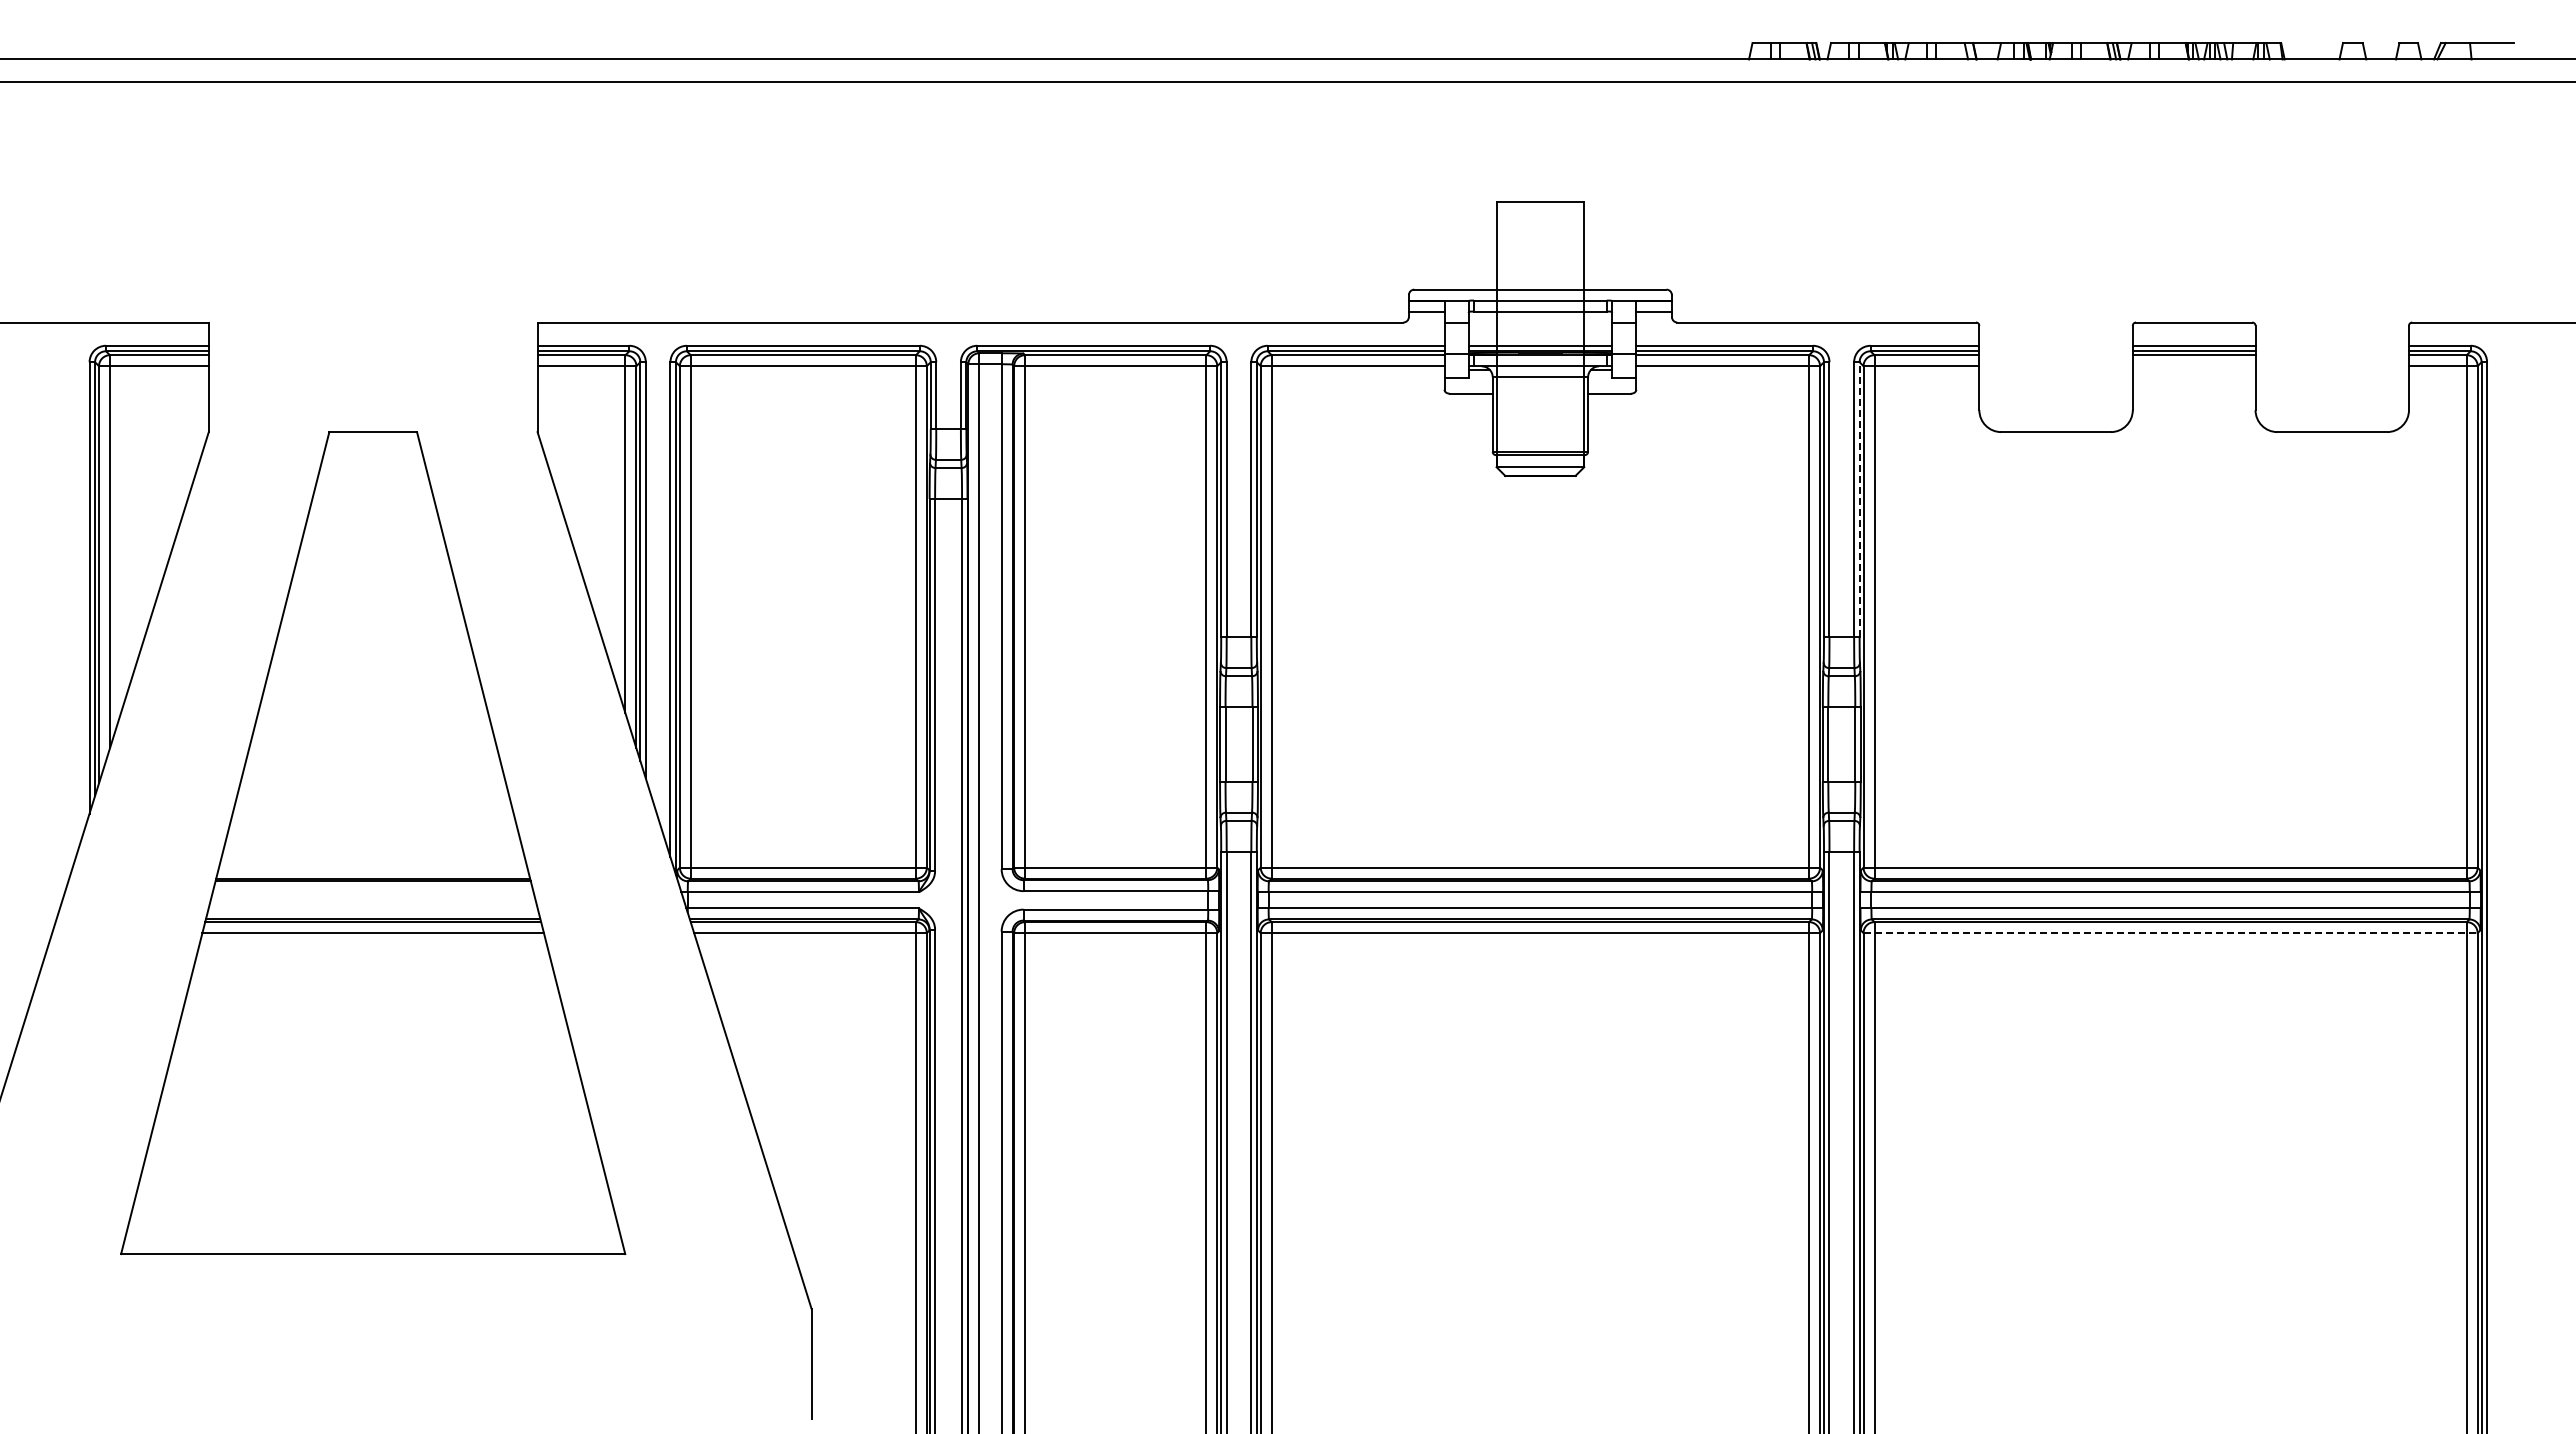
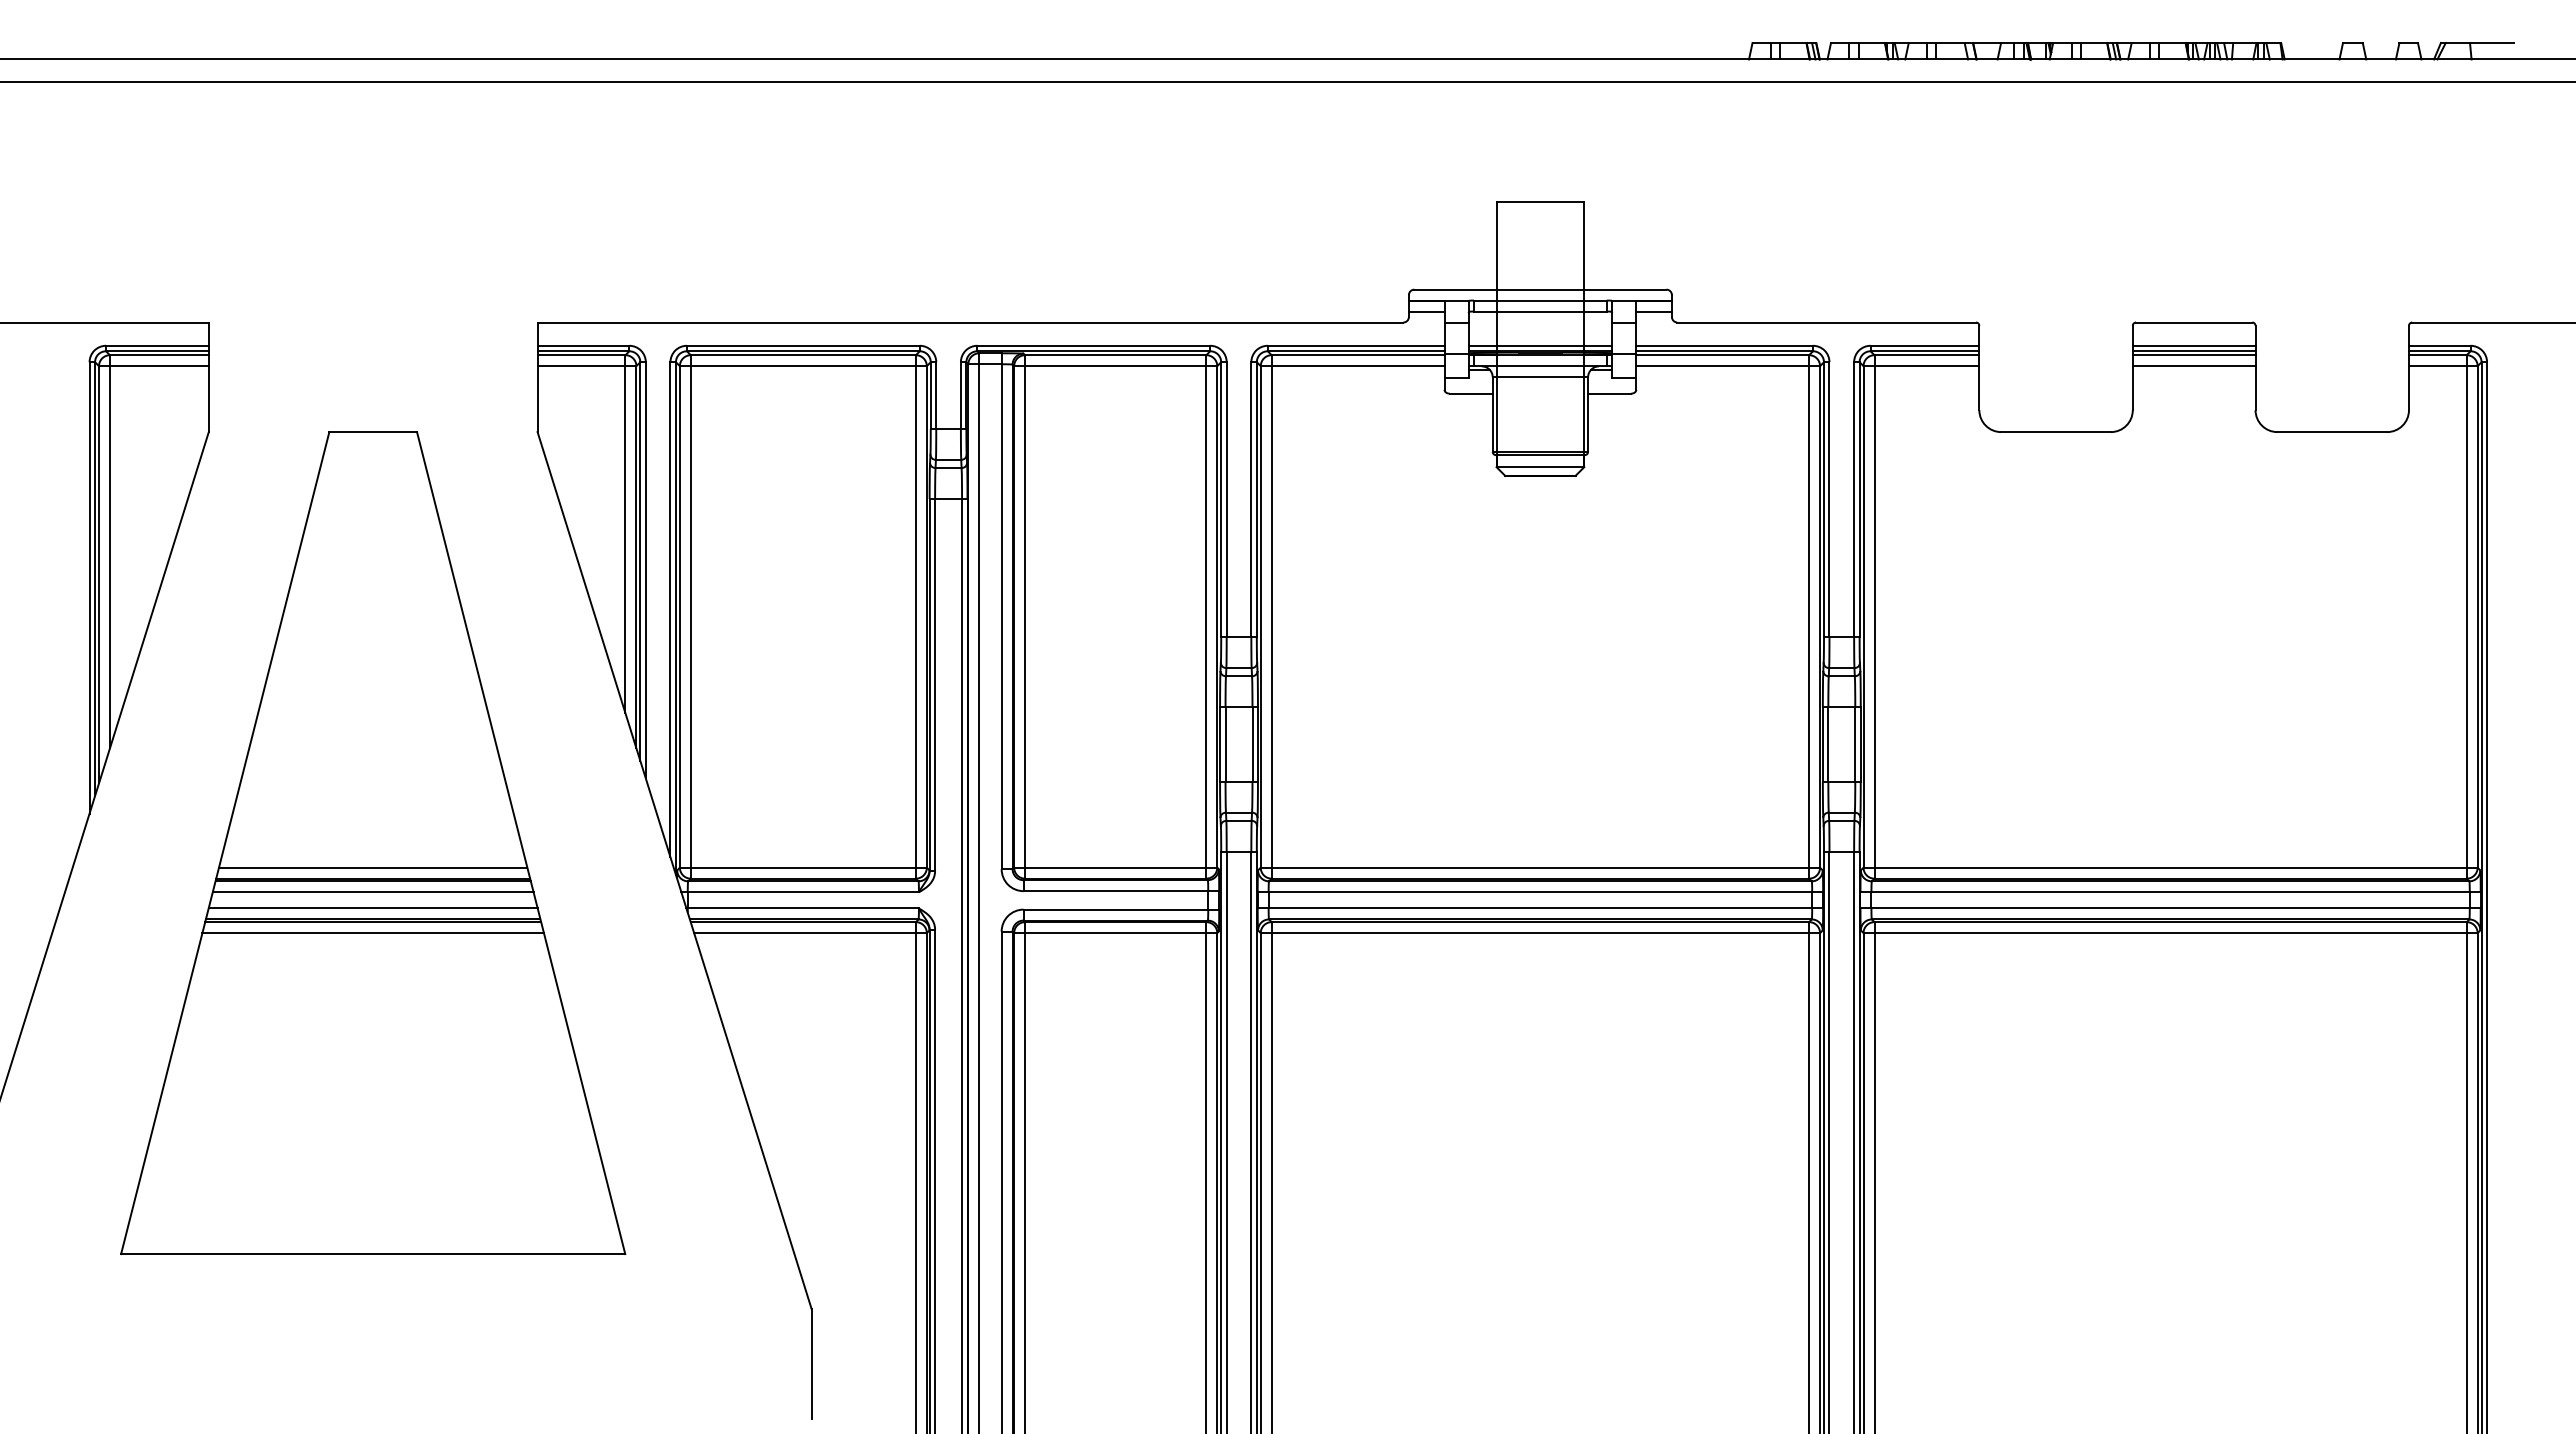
line at (2193, 366): none -> present
line at (1859, 499): dashed -> solid
line at (373, 867): none -> present
line at (372, 892): none -> present
line at (372, 908): none -> present
line at (2171, 933): dashed -> solid
